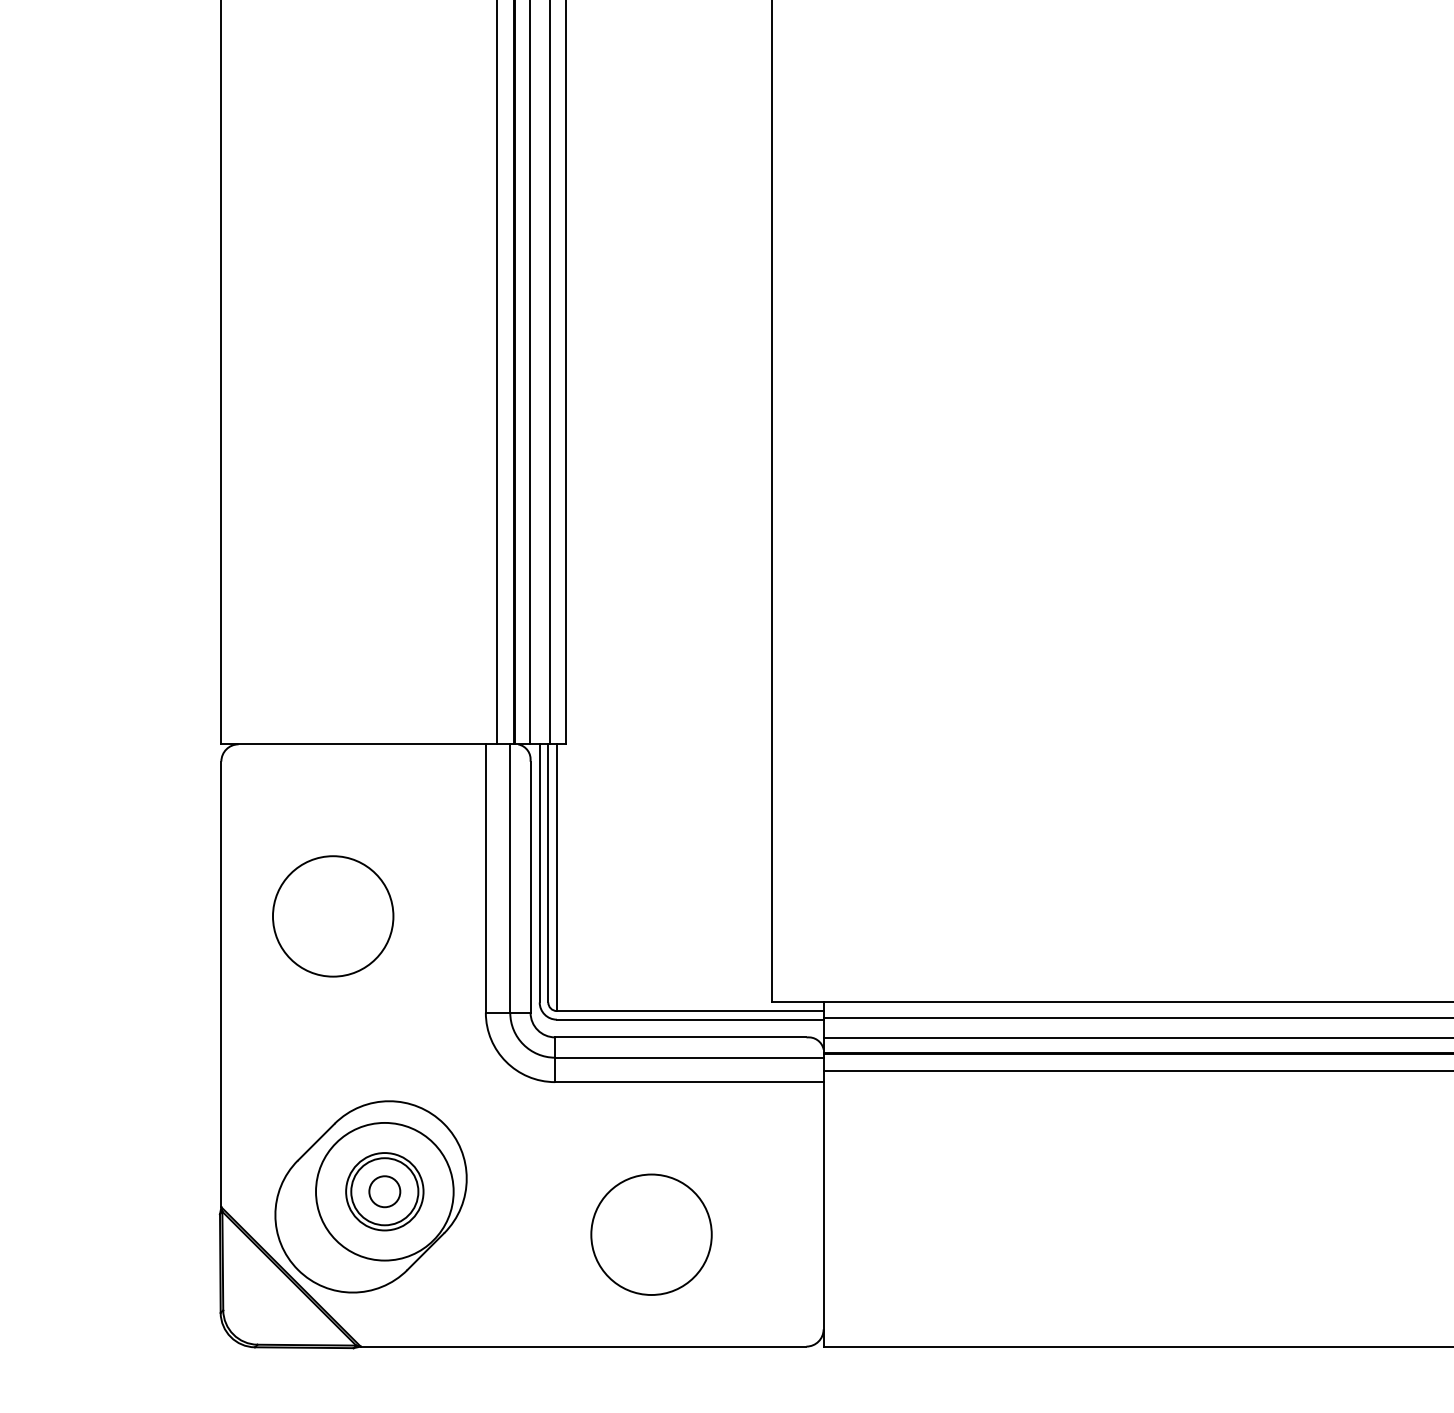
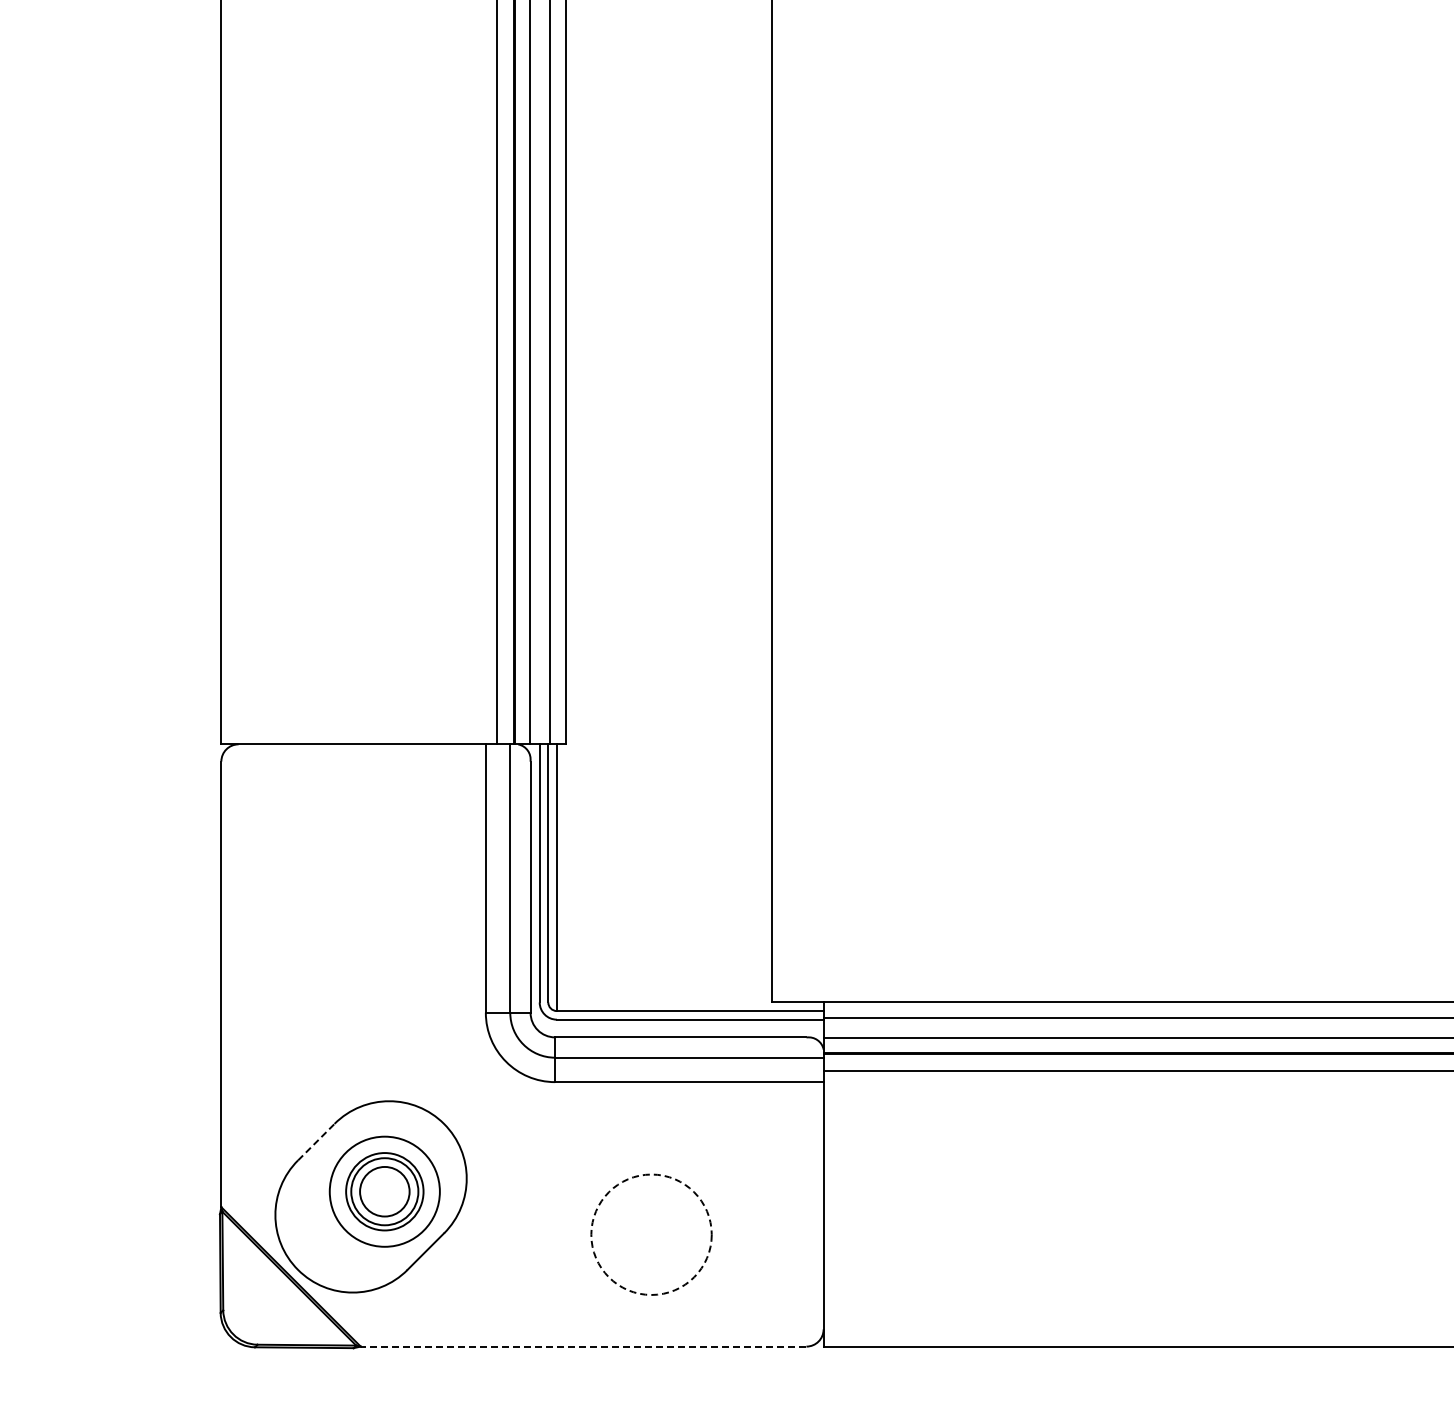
circle at (333, 916): present -> none
line at (316, 1142): solid -> dashed
circle at (384, 1191) diameter: 138 px -> 110 px
circle at (384, 1191) diameter: 31 px -> 50 px
circle at (651, 1234): solid -> dashed
line at (583, 1346): solid -> dashed
